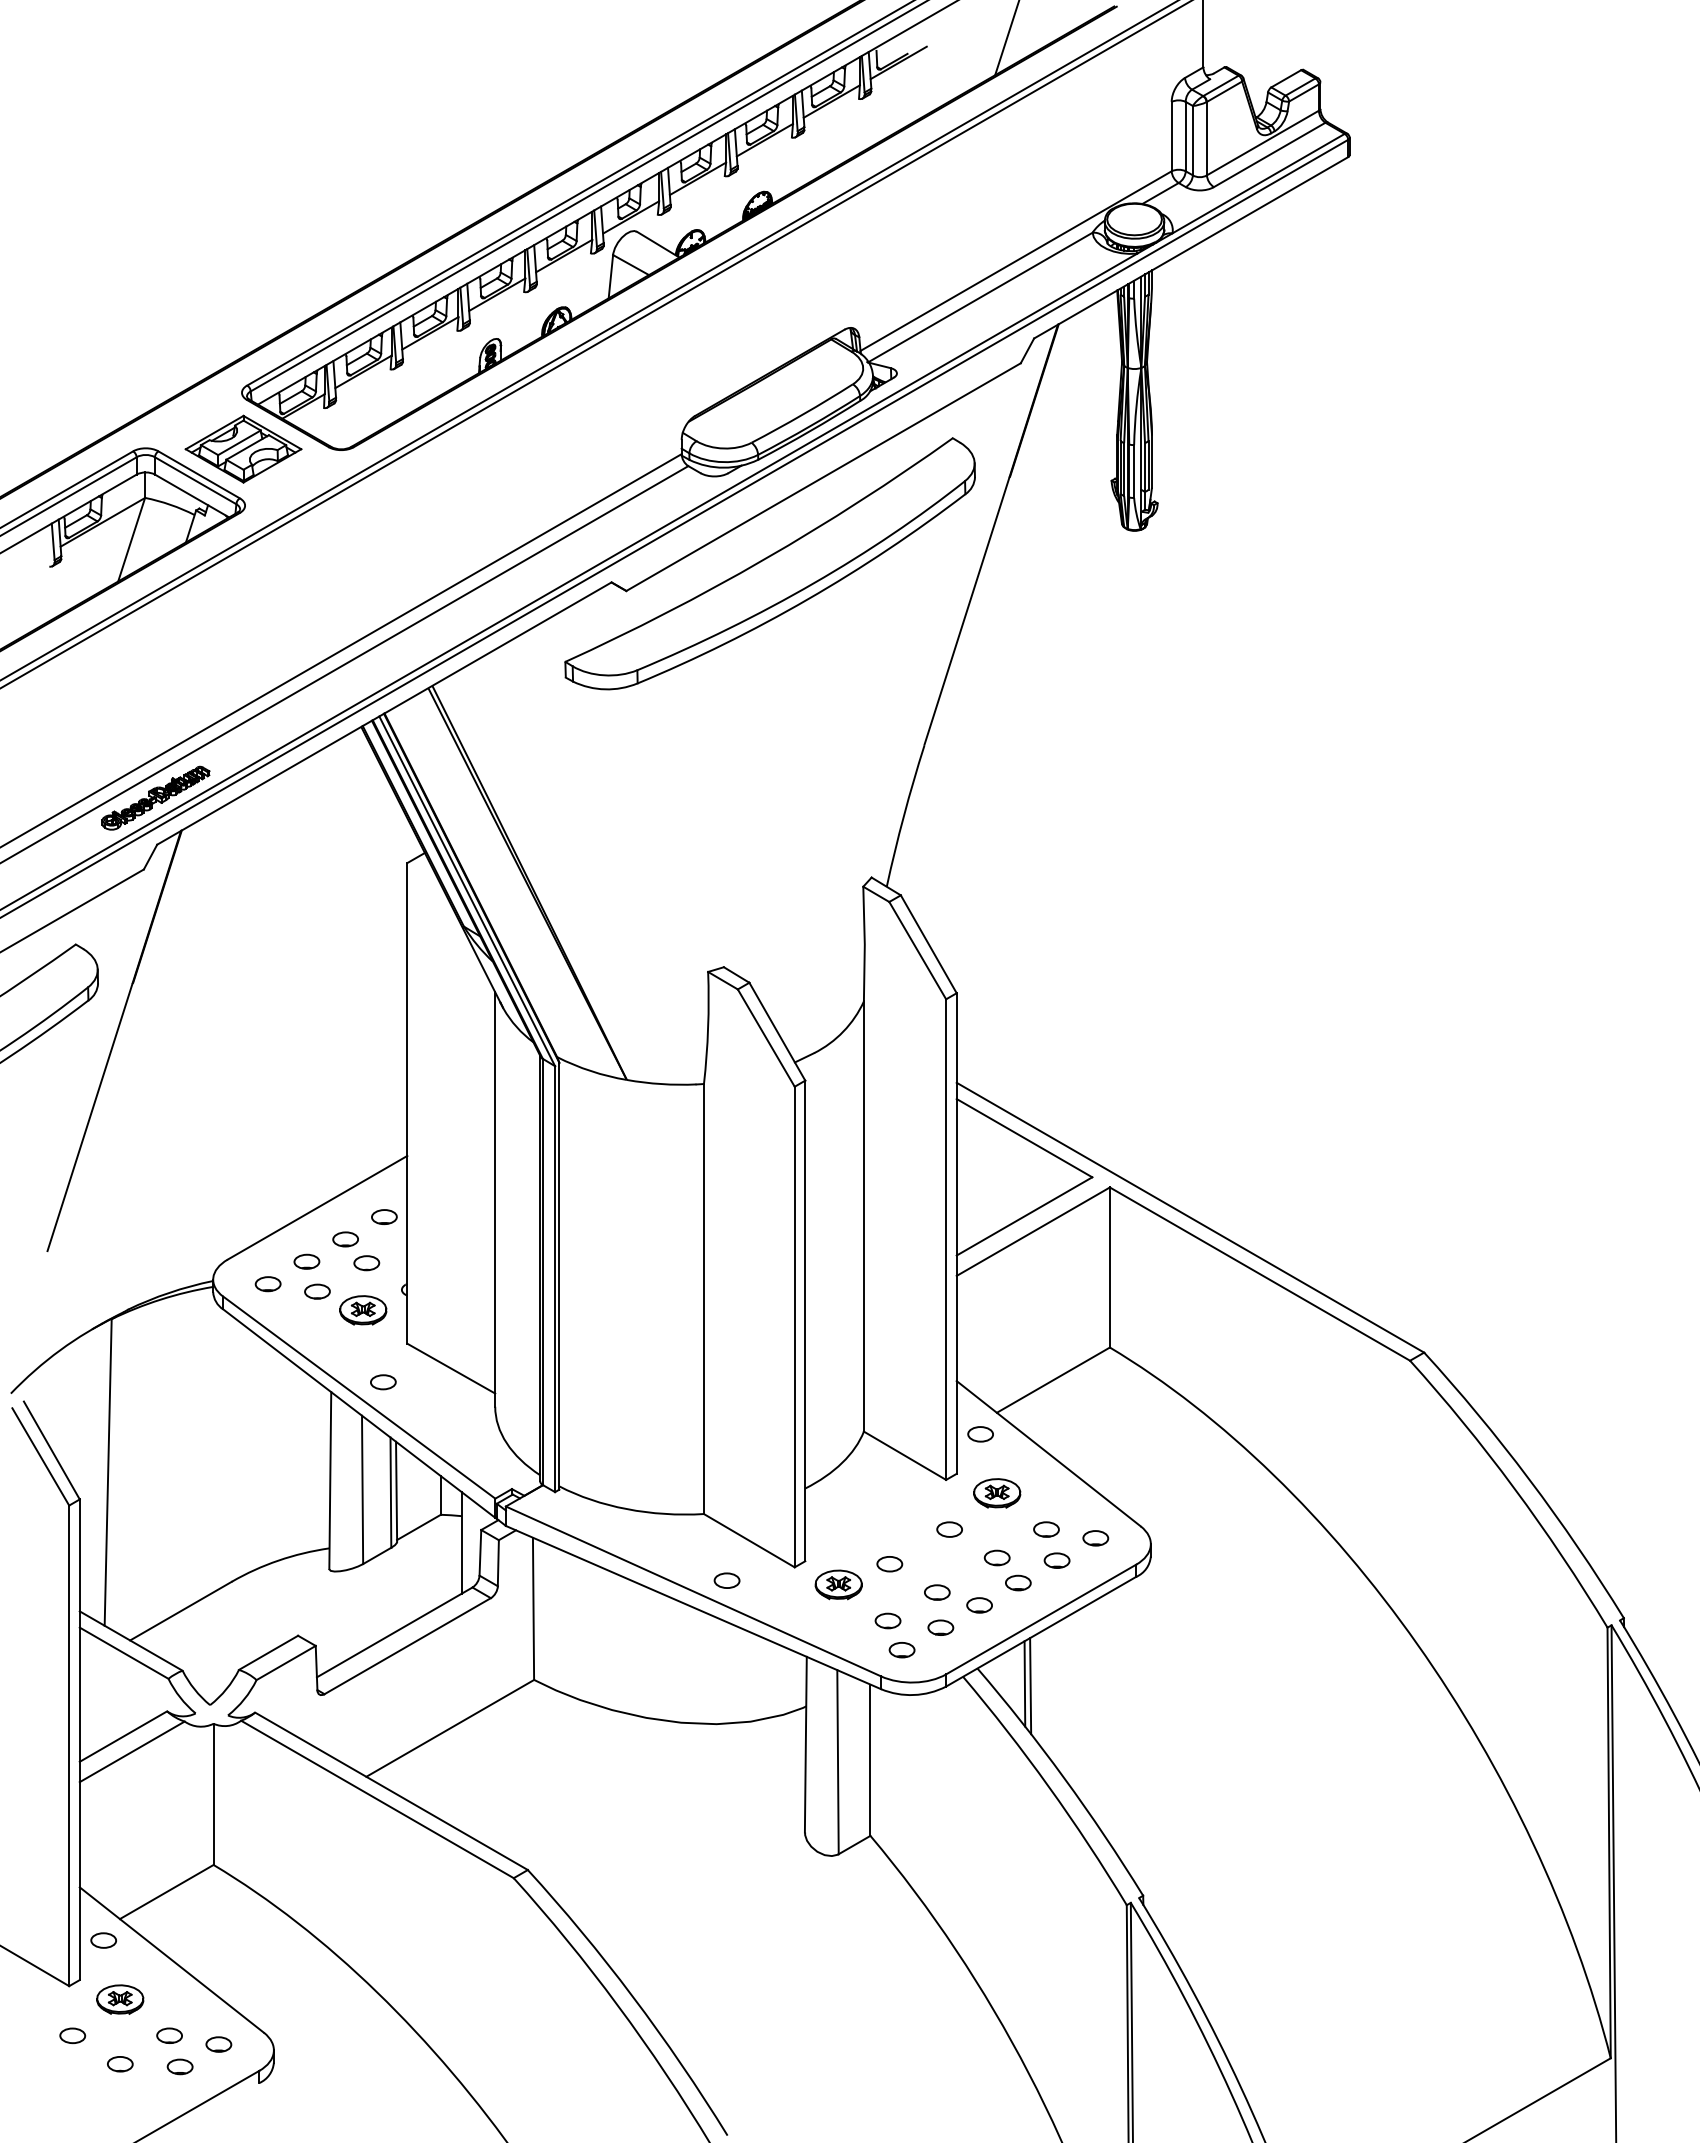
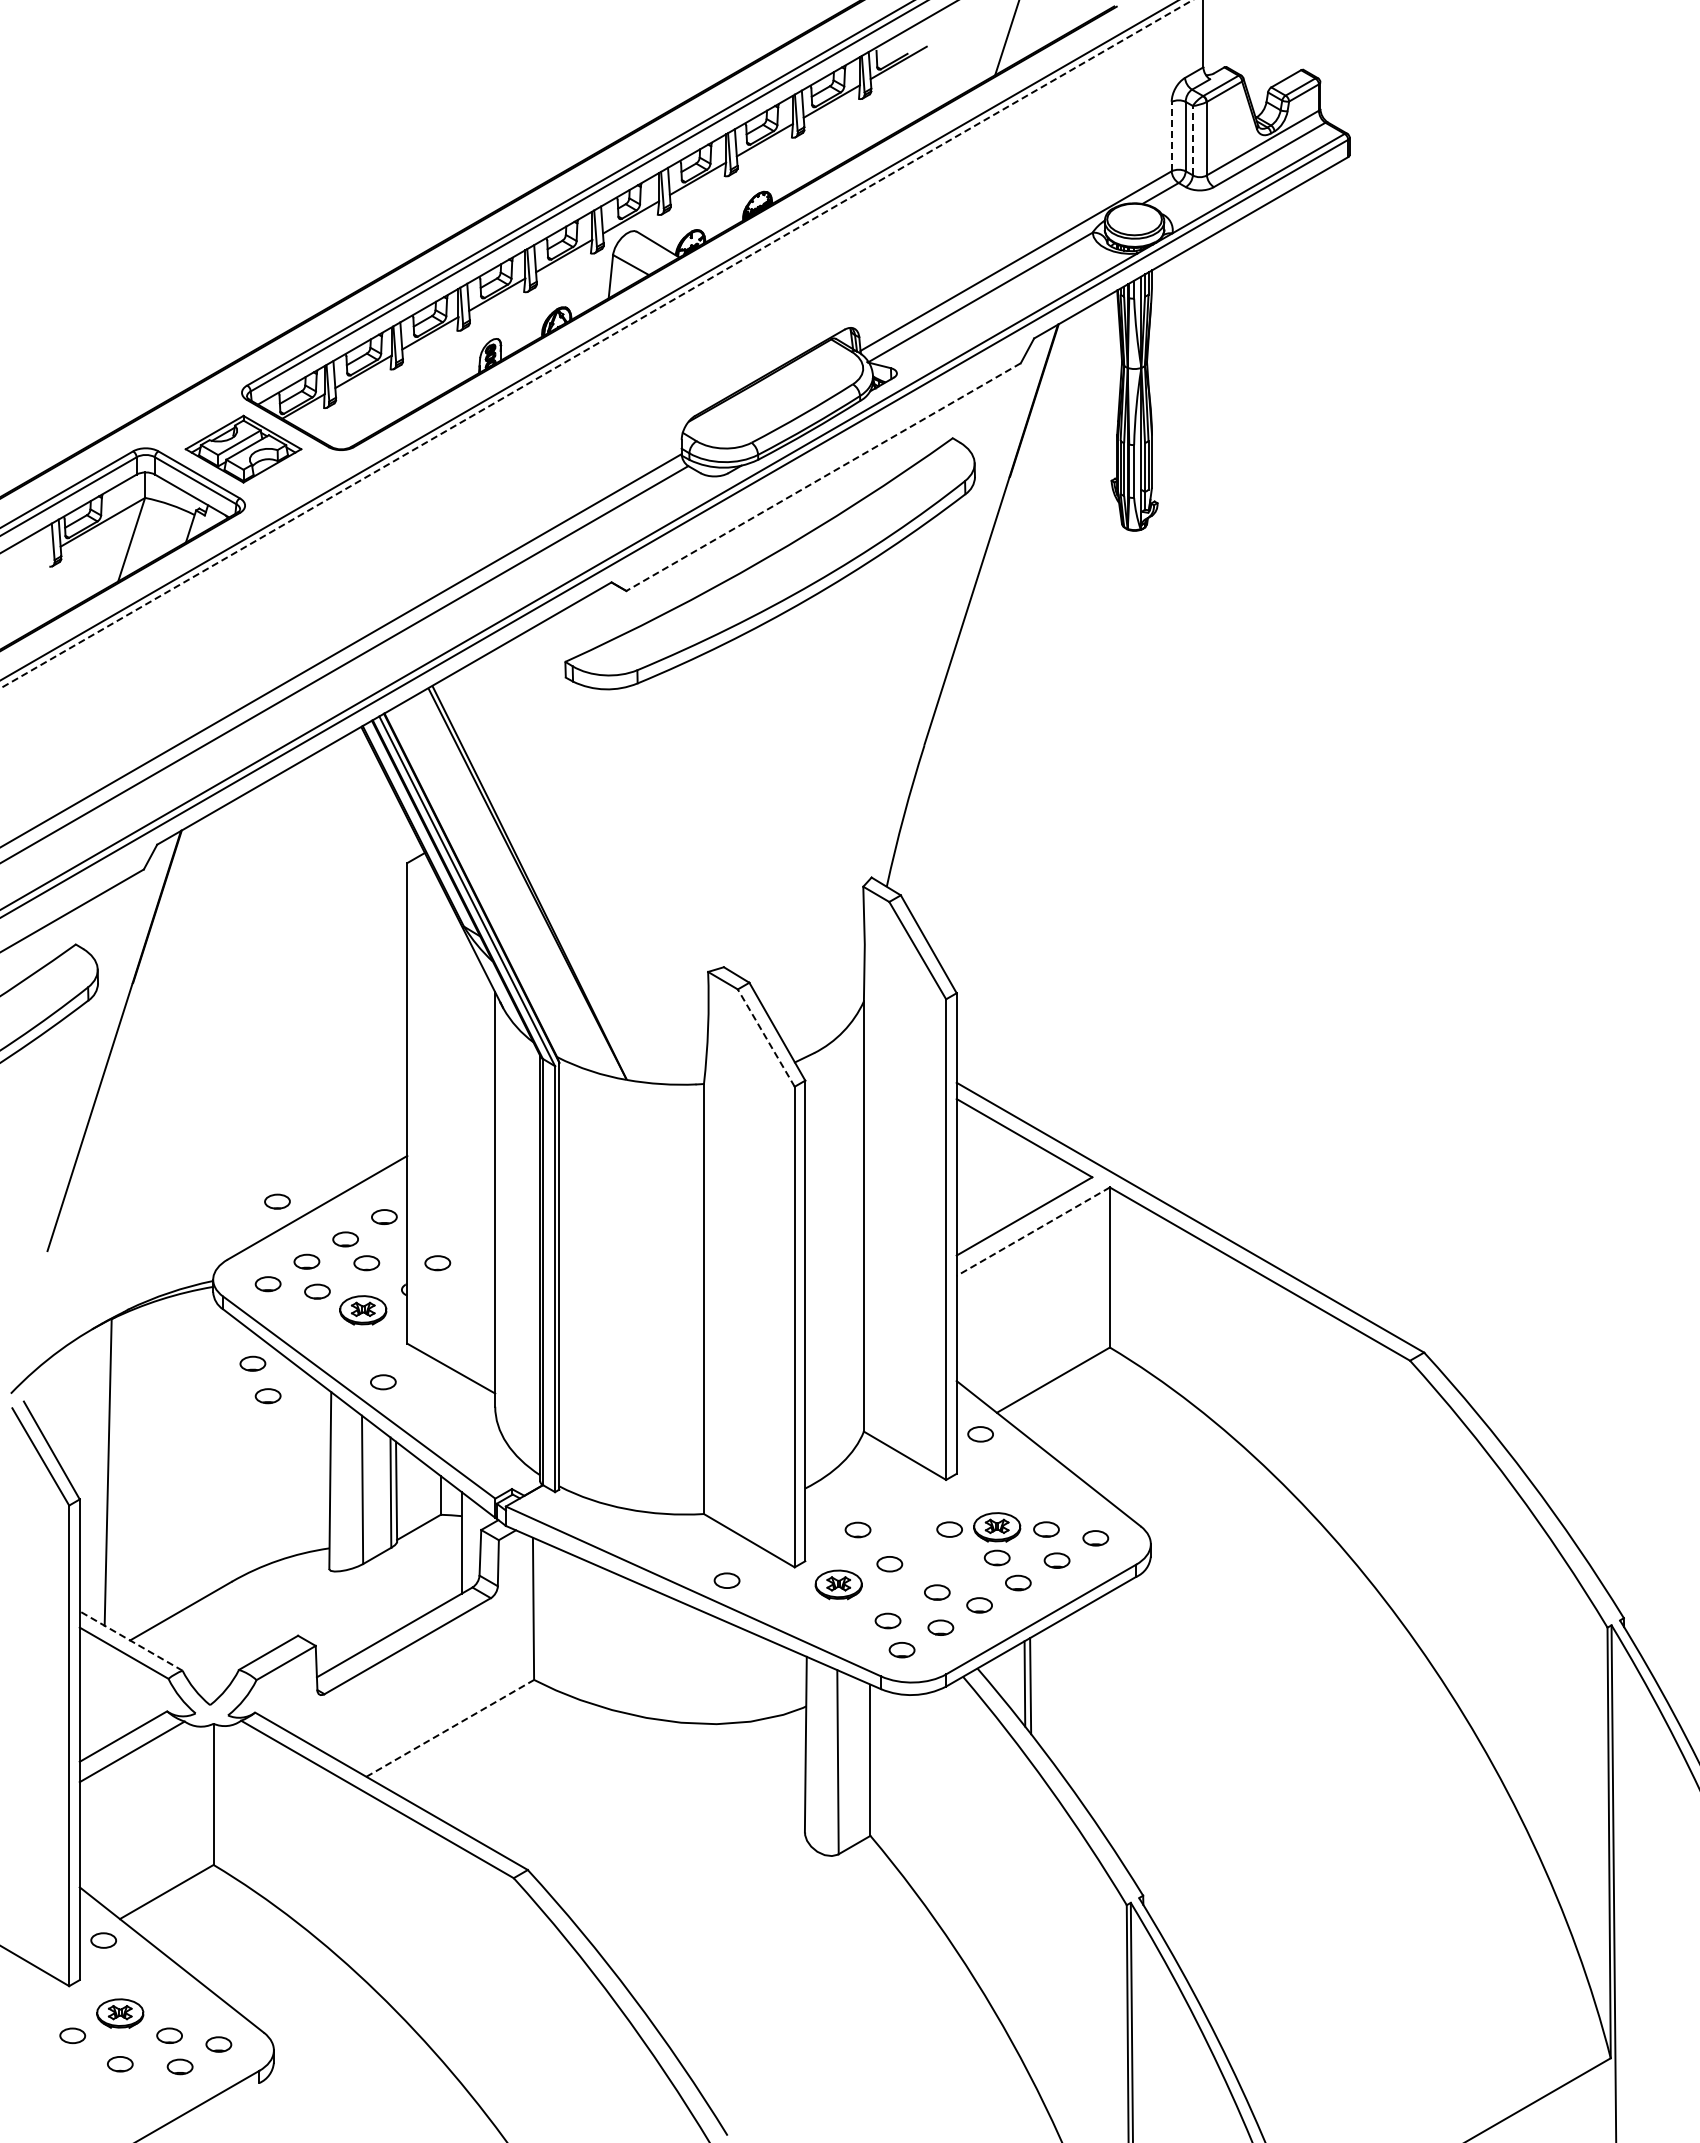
line at (1171, 136): solid -> dashed
line at (1192, 140): solid -> dashed
line at (596, 344): solid -> dashed
line at (823, 477): solid -> dashed
part at (155, 797): present -> none
line at (766, 1037): solid -> dashed
part at (277, 1201): none -> present
line at (1032, 1231): solid -> dashed
part at (437, 1263): none -> present
part at (252, 1363): none -> present
part at (267, 1396): none -> present
part at (997, 1493) position: (997, 1493) -> (997, 1527)
part at (857, 1529): none -> present
line at (130, 1640): solid -> dashed
line at (450, 1728): solid -> dashed
part at (120, 1999) position: (120, 1999) -> (120, 2013)
